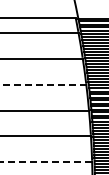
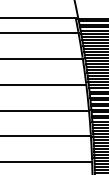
line at (43, 84): dashed -> solid
line at (46, 162): dashed -> solid
